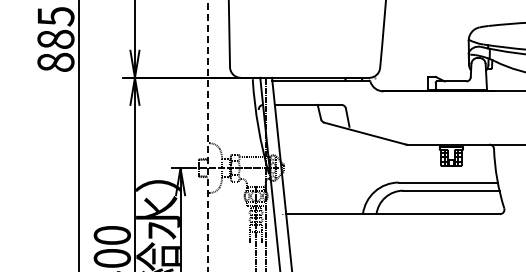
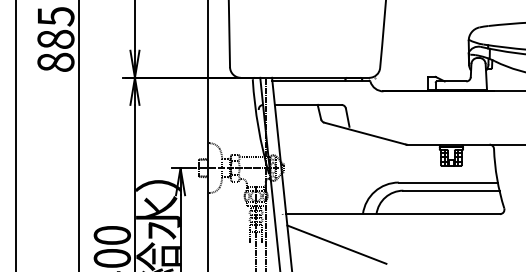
line at (15, 135): none -> present
line at (207, 135): dashed -> solid
line at (336, 244): none -> present
